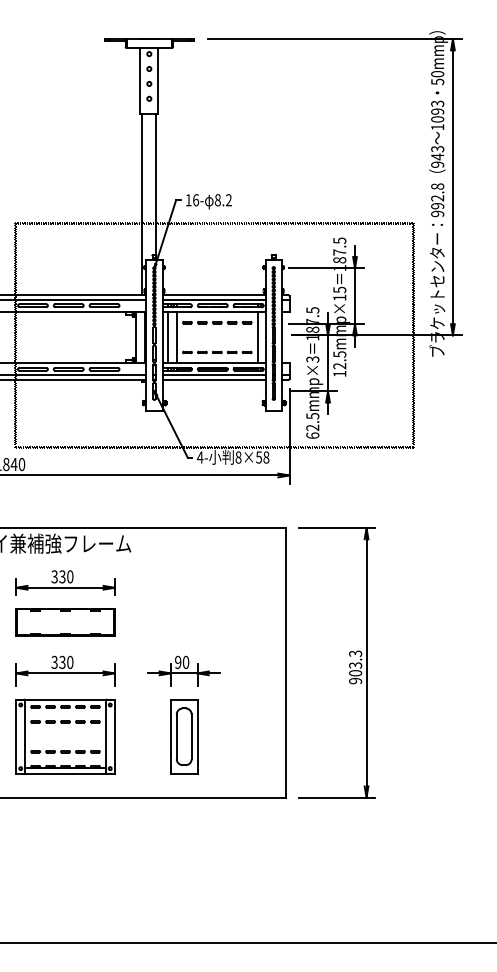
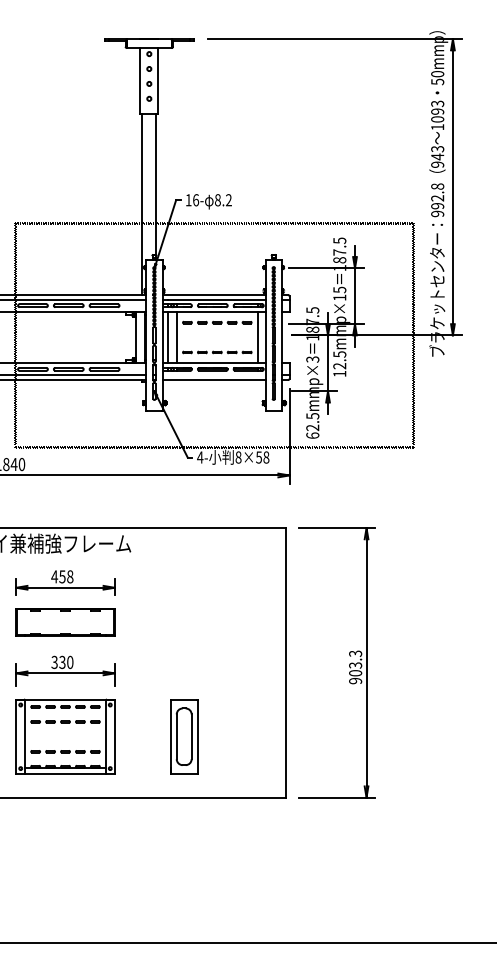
line at (213, 374): present -> none
text at (62, 576): 330 -> 458
part at (183, 670): present -> none
